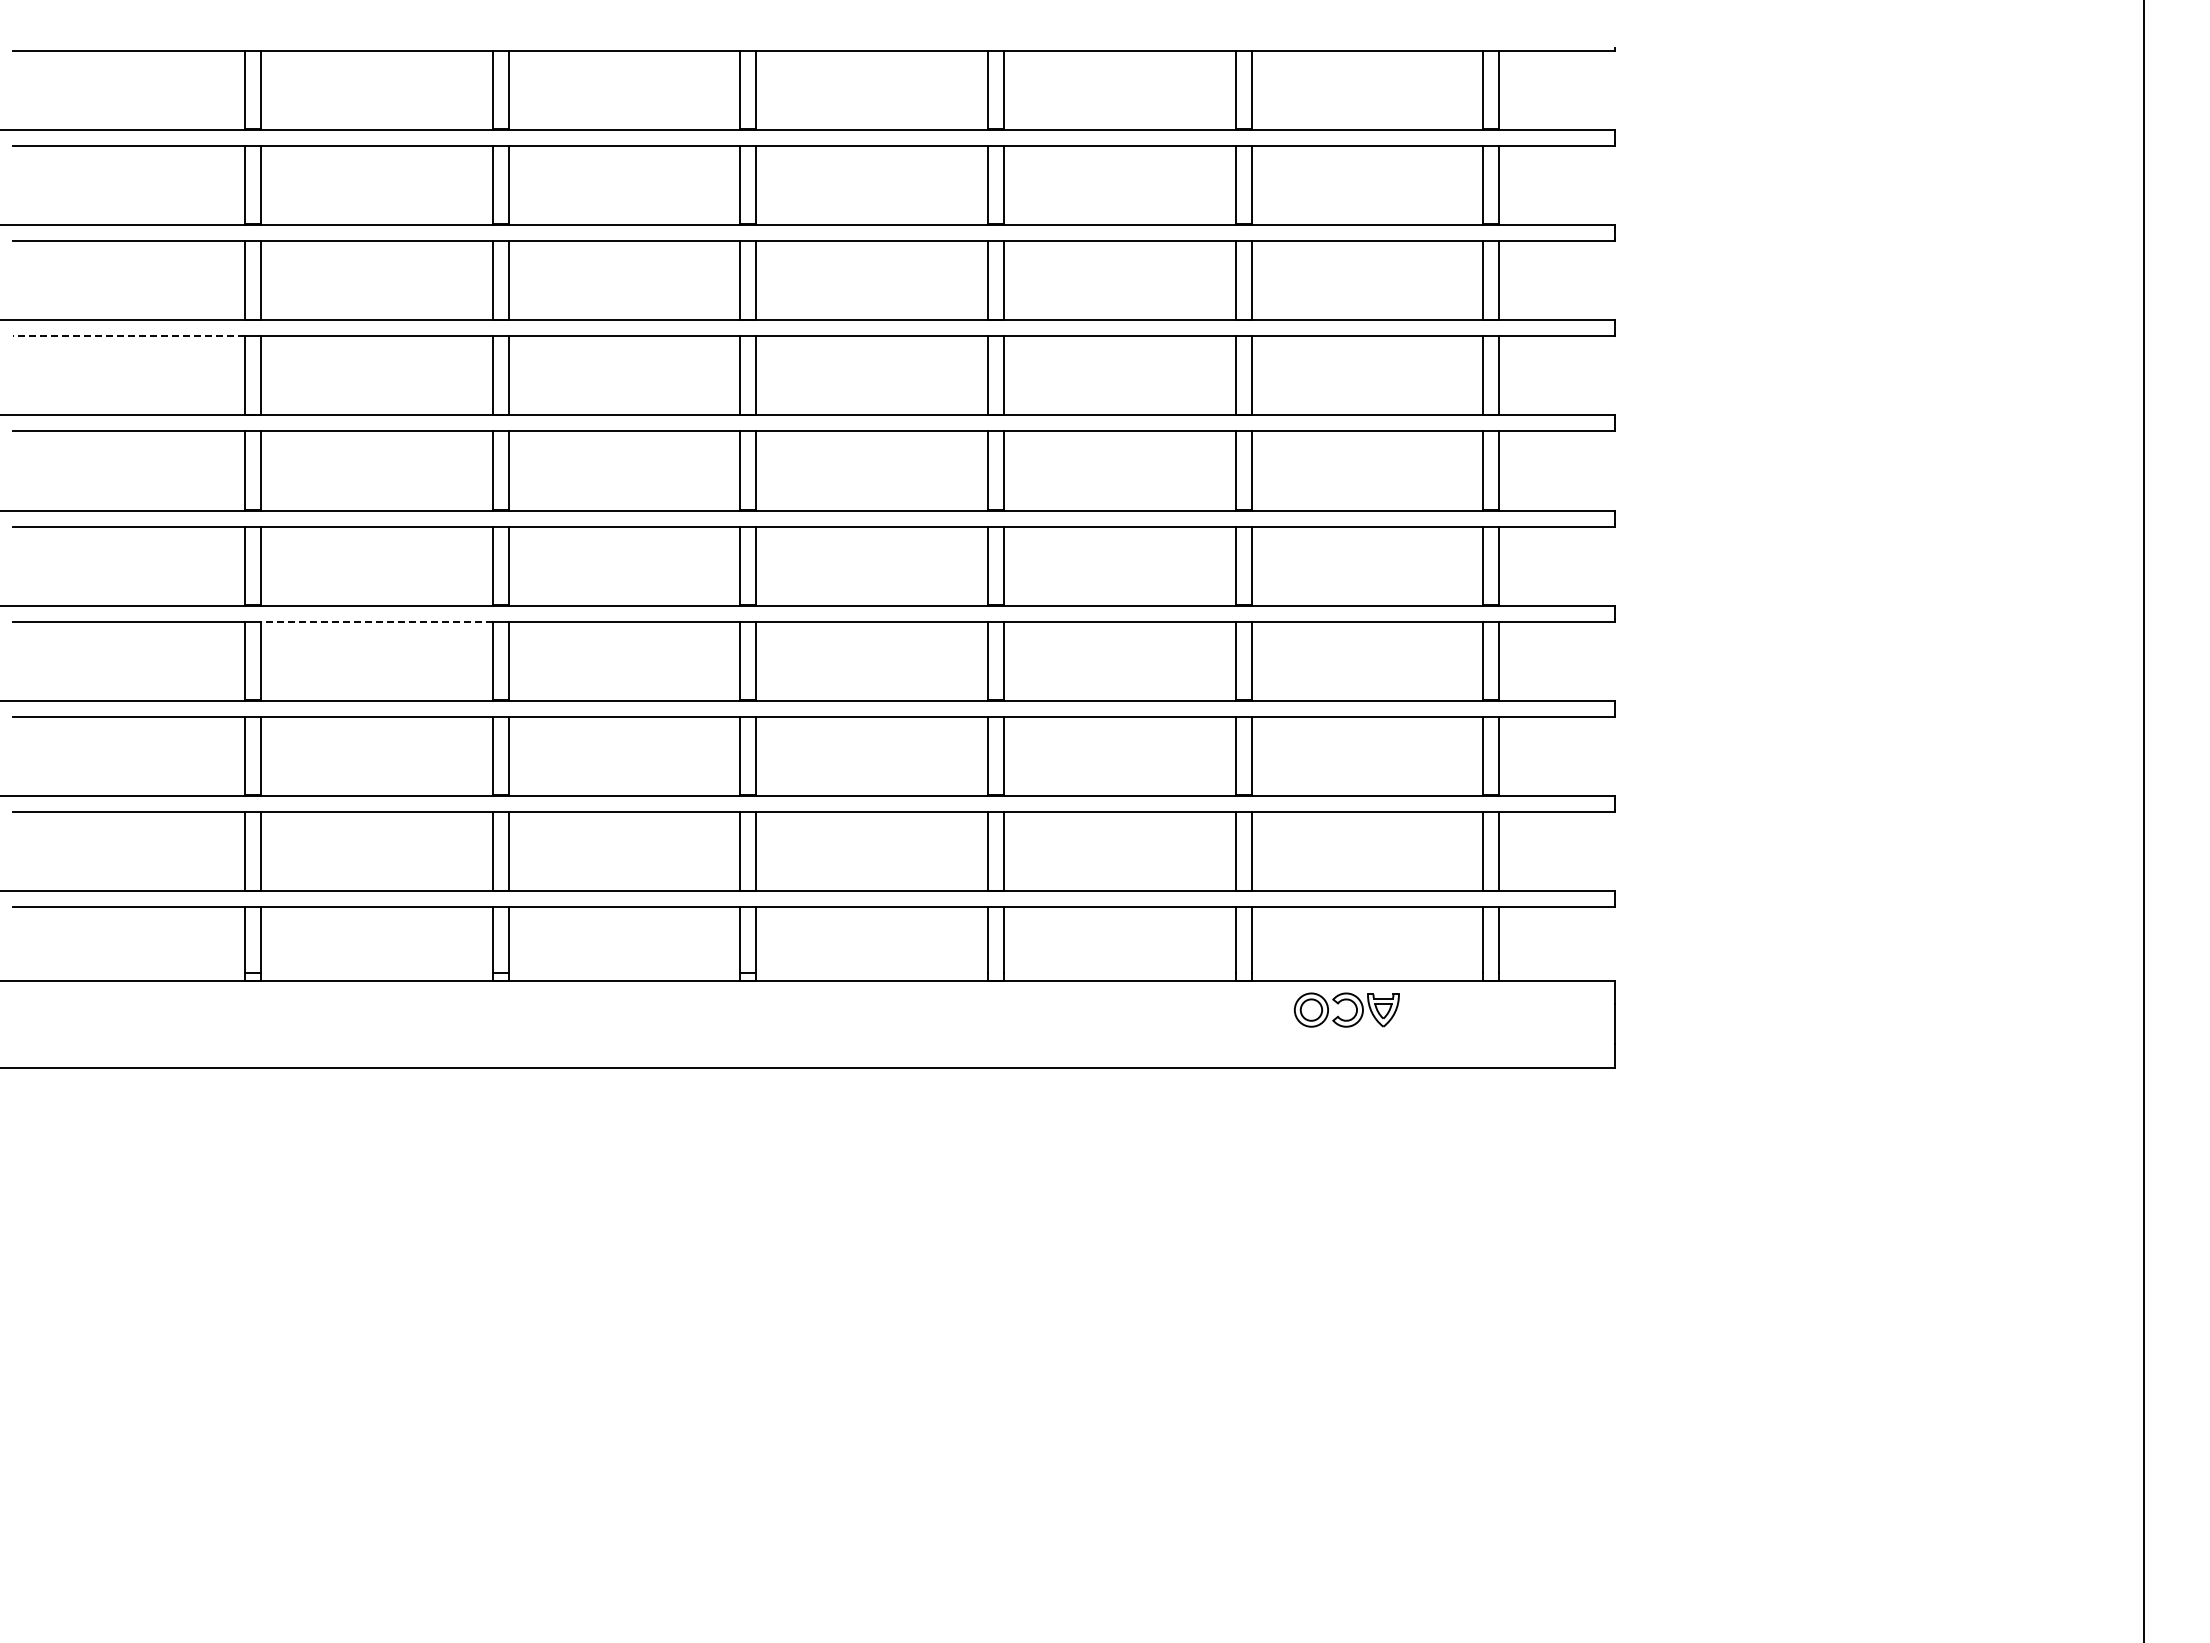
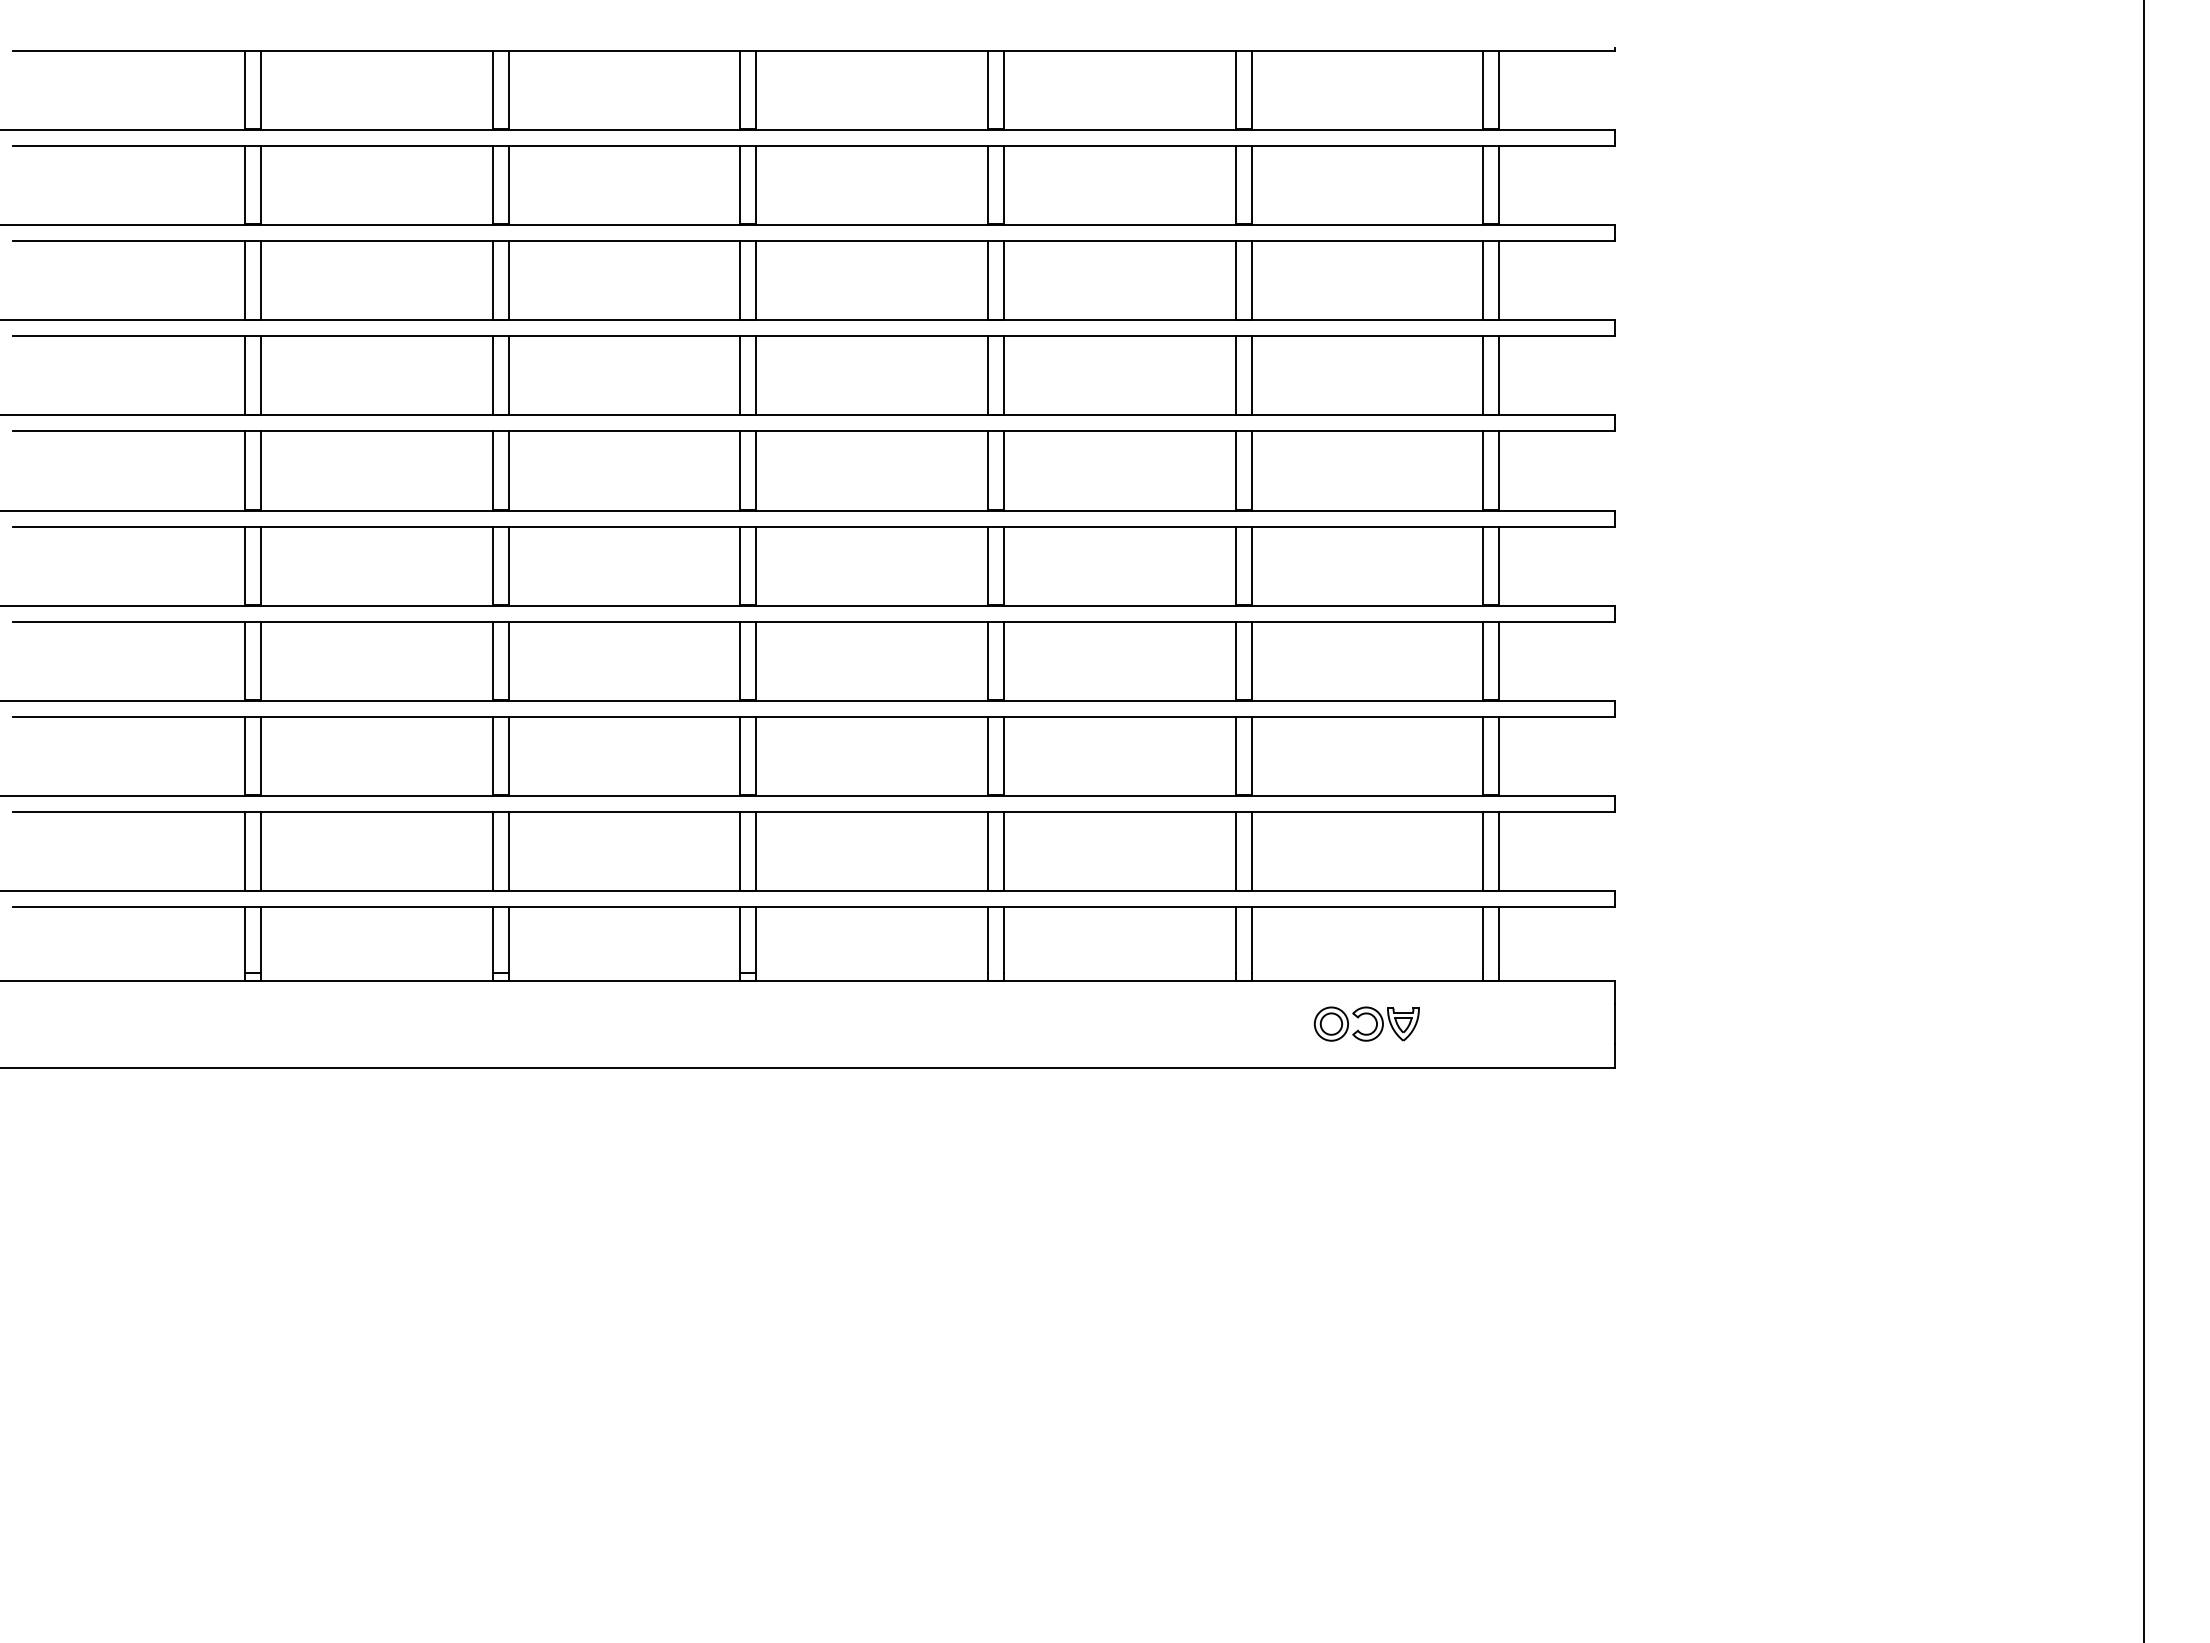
line at (129, 336): dashed -> solid
line at (376, 621): dashed -> solid
part at (1342, 1001) position: (1342, 1001) -> (1362, 1015)
